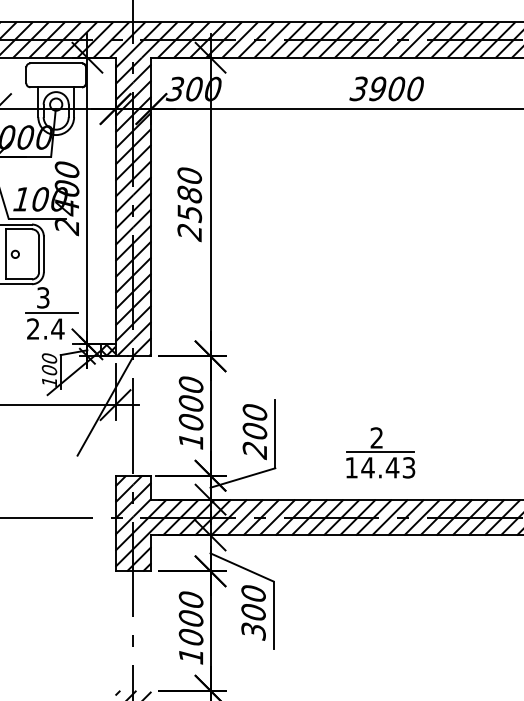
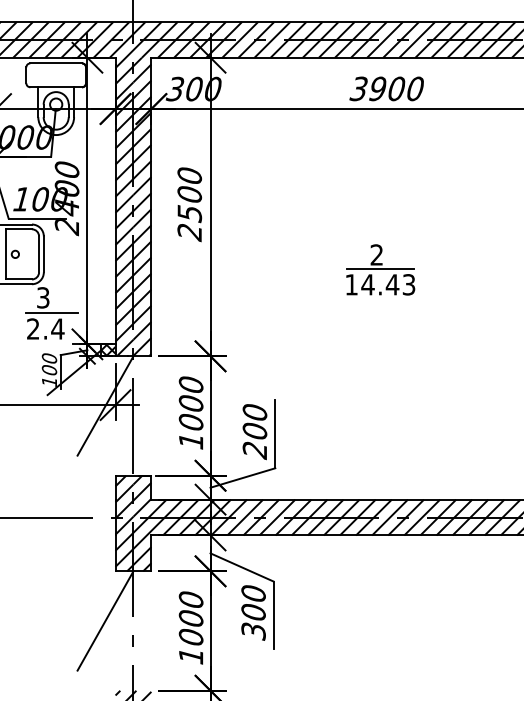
text at (189, 194): 2580 -> 2500
part at (380, 452) position: (380, 452) -> (380, 269)
line at (105, 620): none -> present
